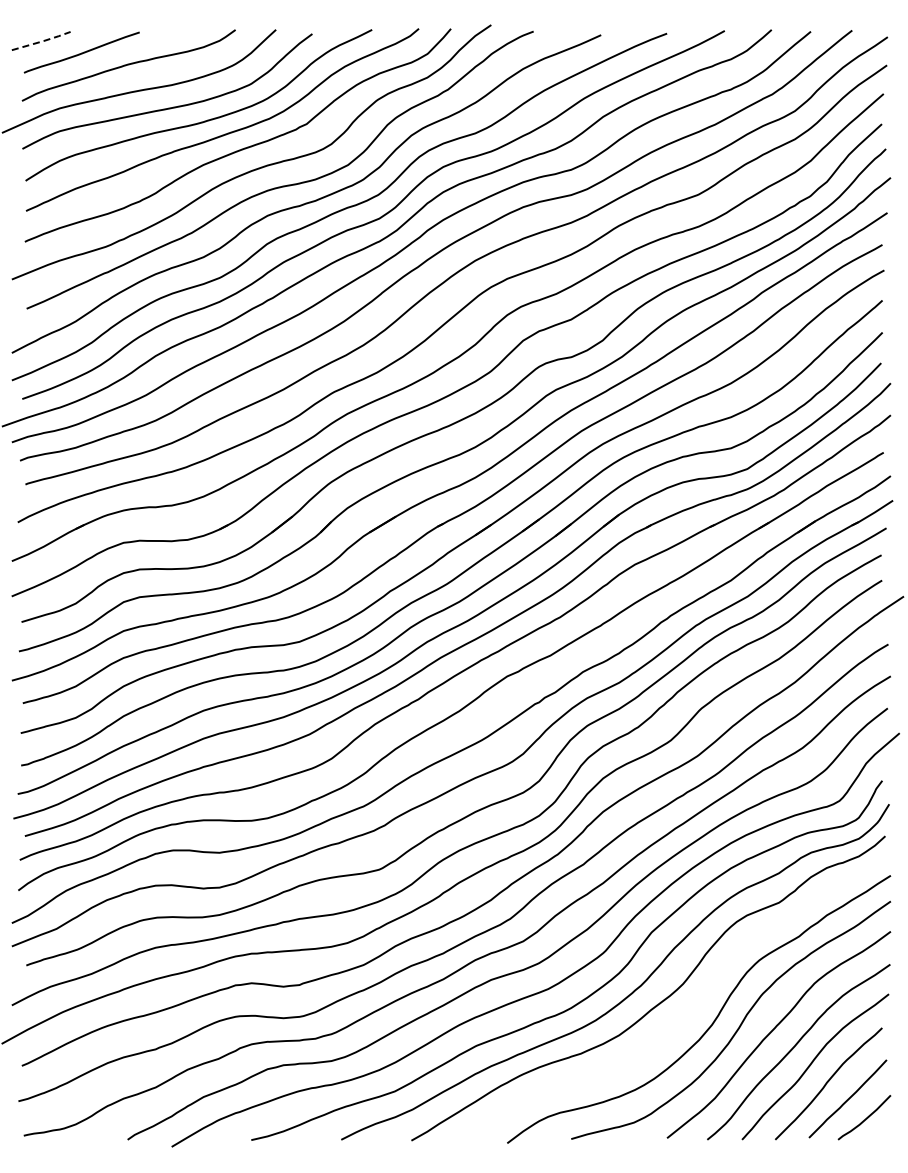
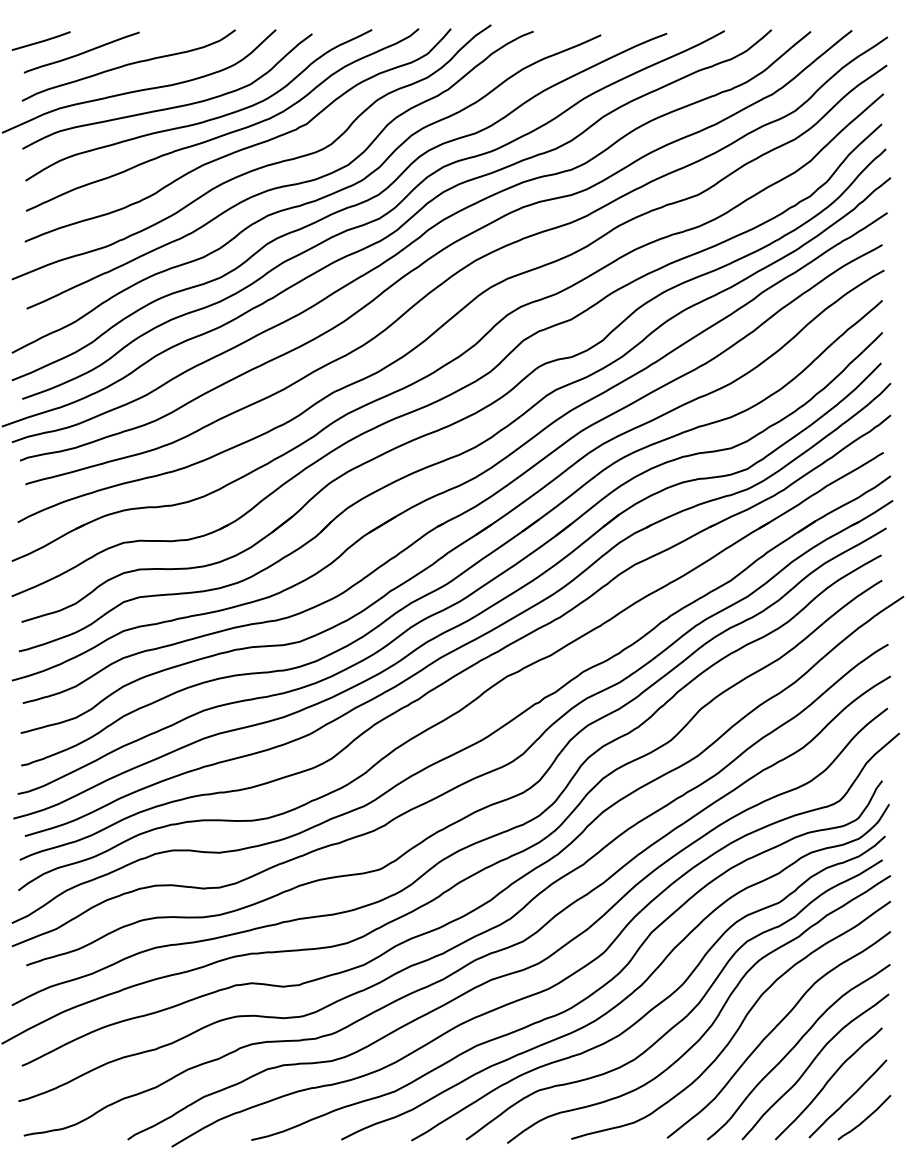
line at (42, 41): dashed -> solid
curve at (688, 1012): none -> present
